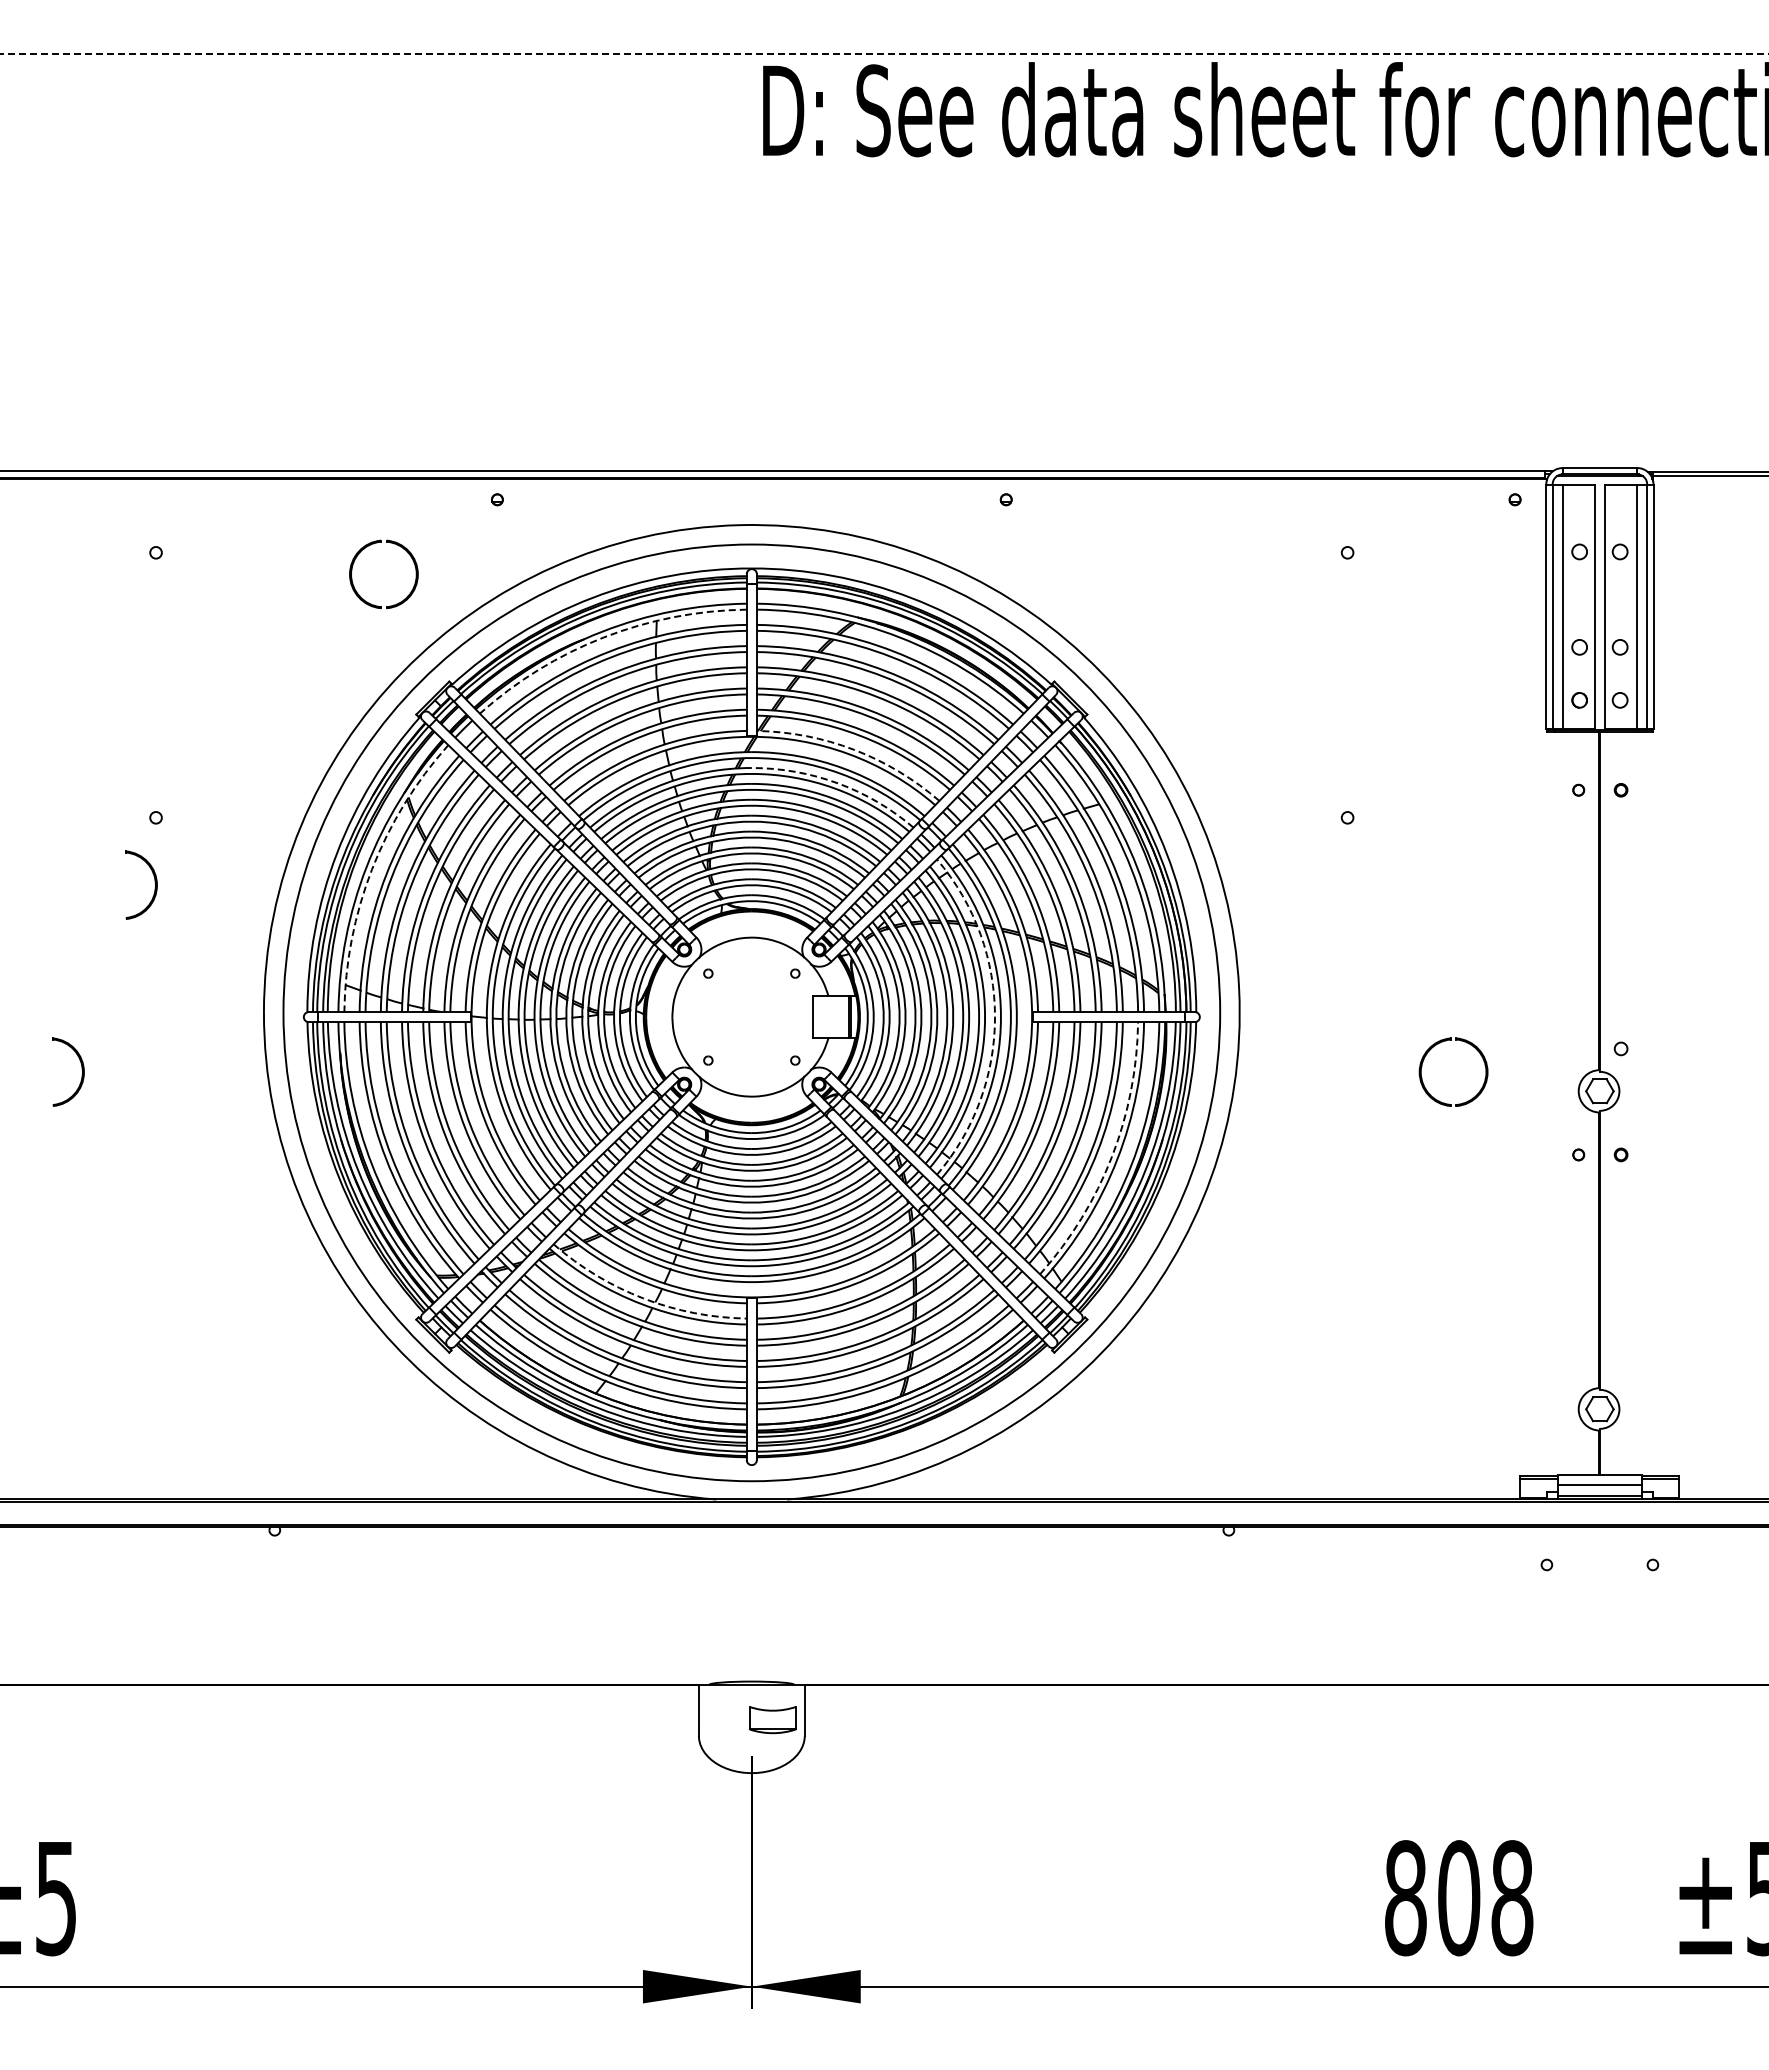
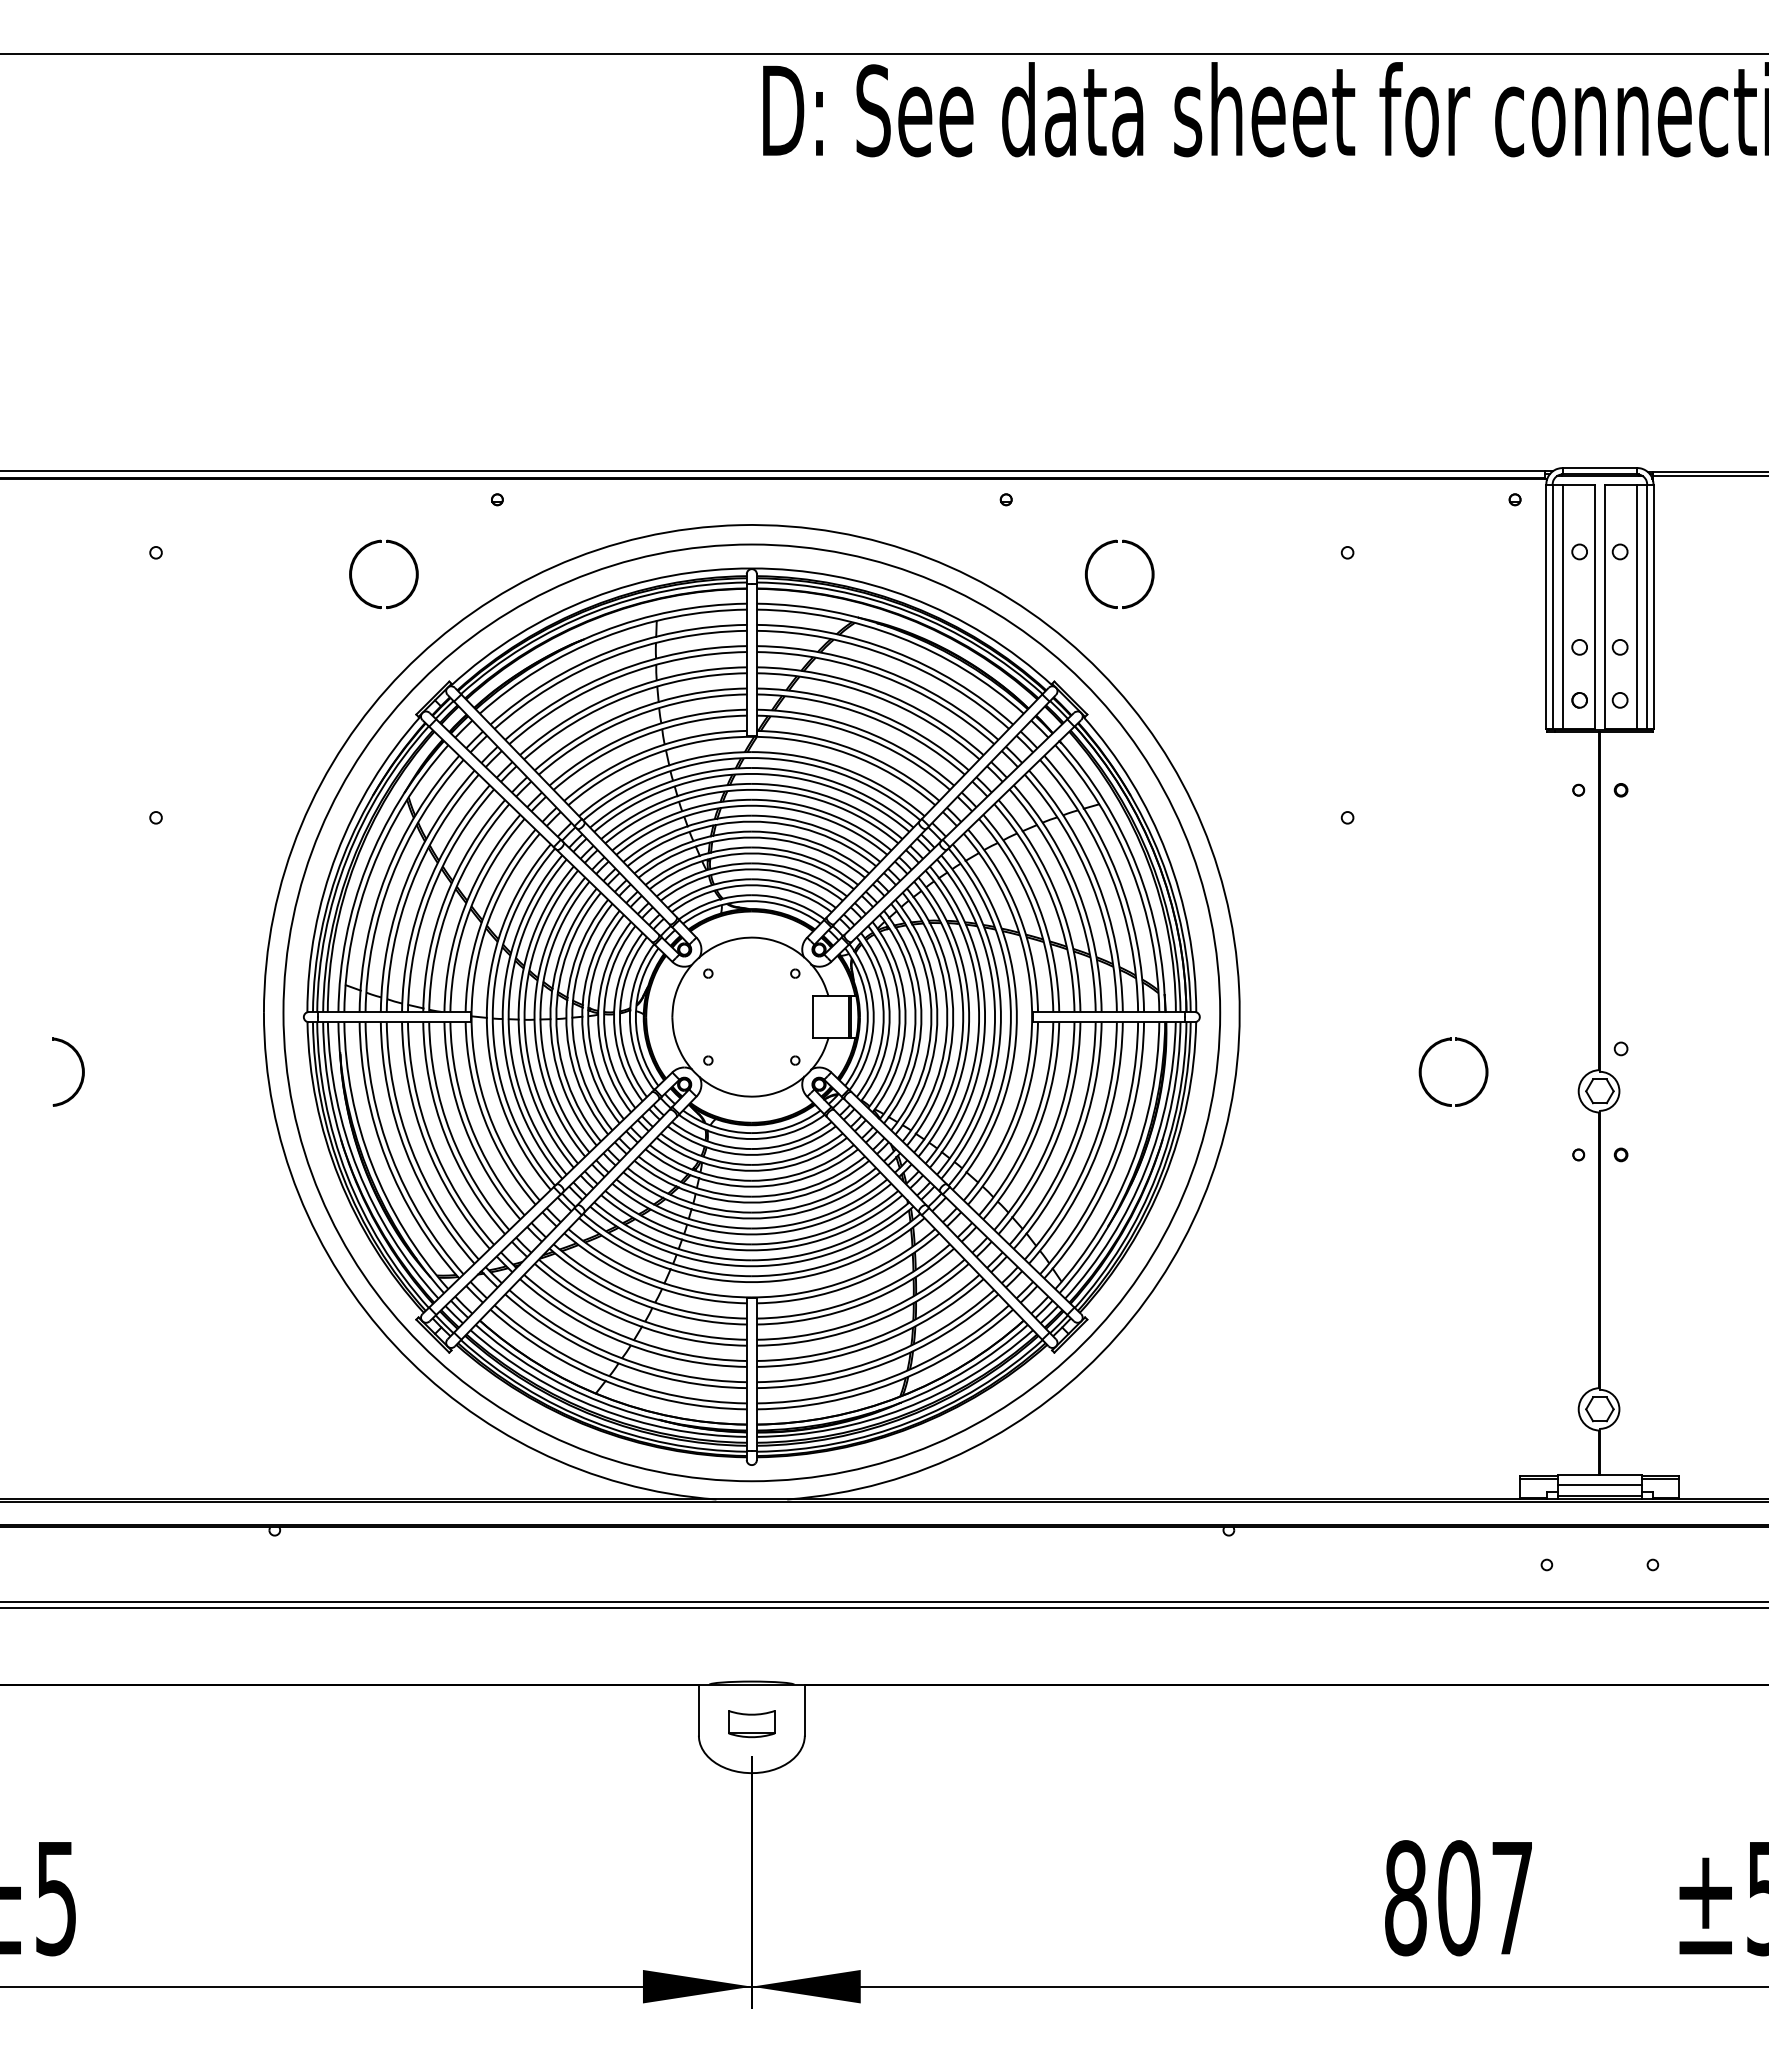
line at (883, 54): dashed -> solid
part at (1088, 578): none -> present
arc at (603, 637): dashed -> solid
arc at (854, 749): dashed -> solid
arc at (838, 783): dashed -> solid
arc at (372, 869): dashed -> solid
part at (154, 882): present -> none
arc at (995, 1017): dashed -> solid
arc at (1111, 1157): dashed -> solid
arc at (643, 1298): dashed -> solid
line at (883, 1602): none -> present
line at (883, 1607): none -> present
part at (772, 1720) position: (772, 1720) -> (751, 1724)
text at (1512, 1898): 808 -> 807
